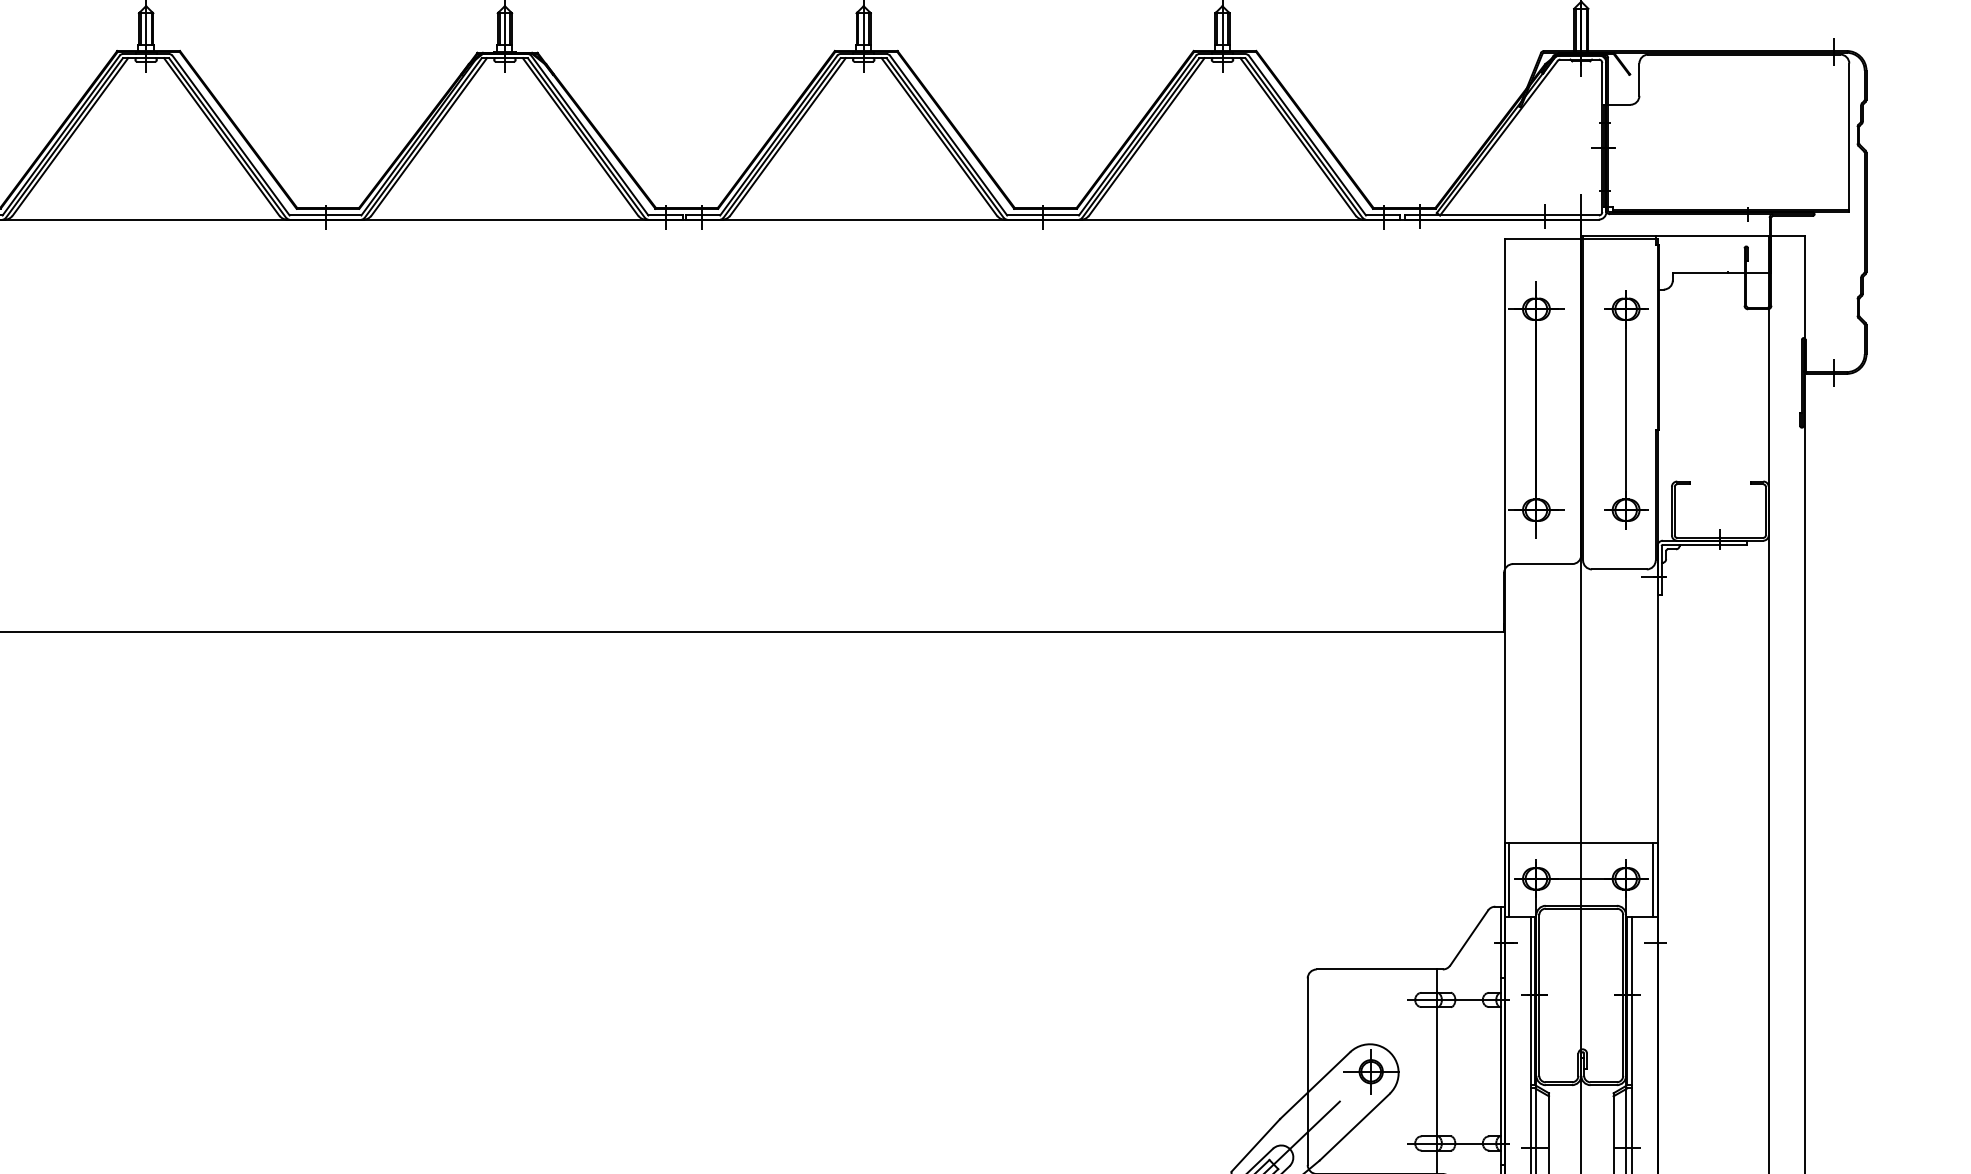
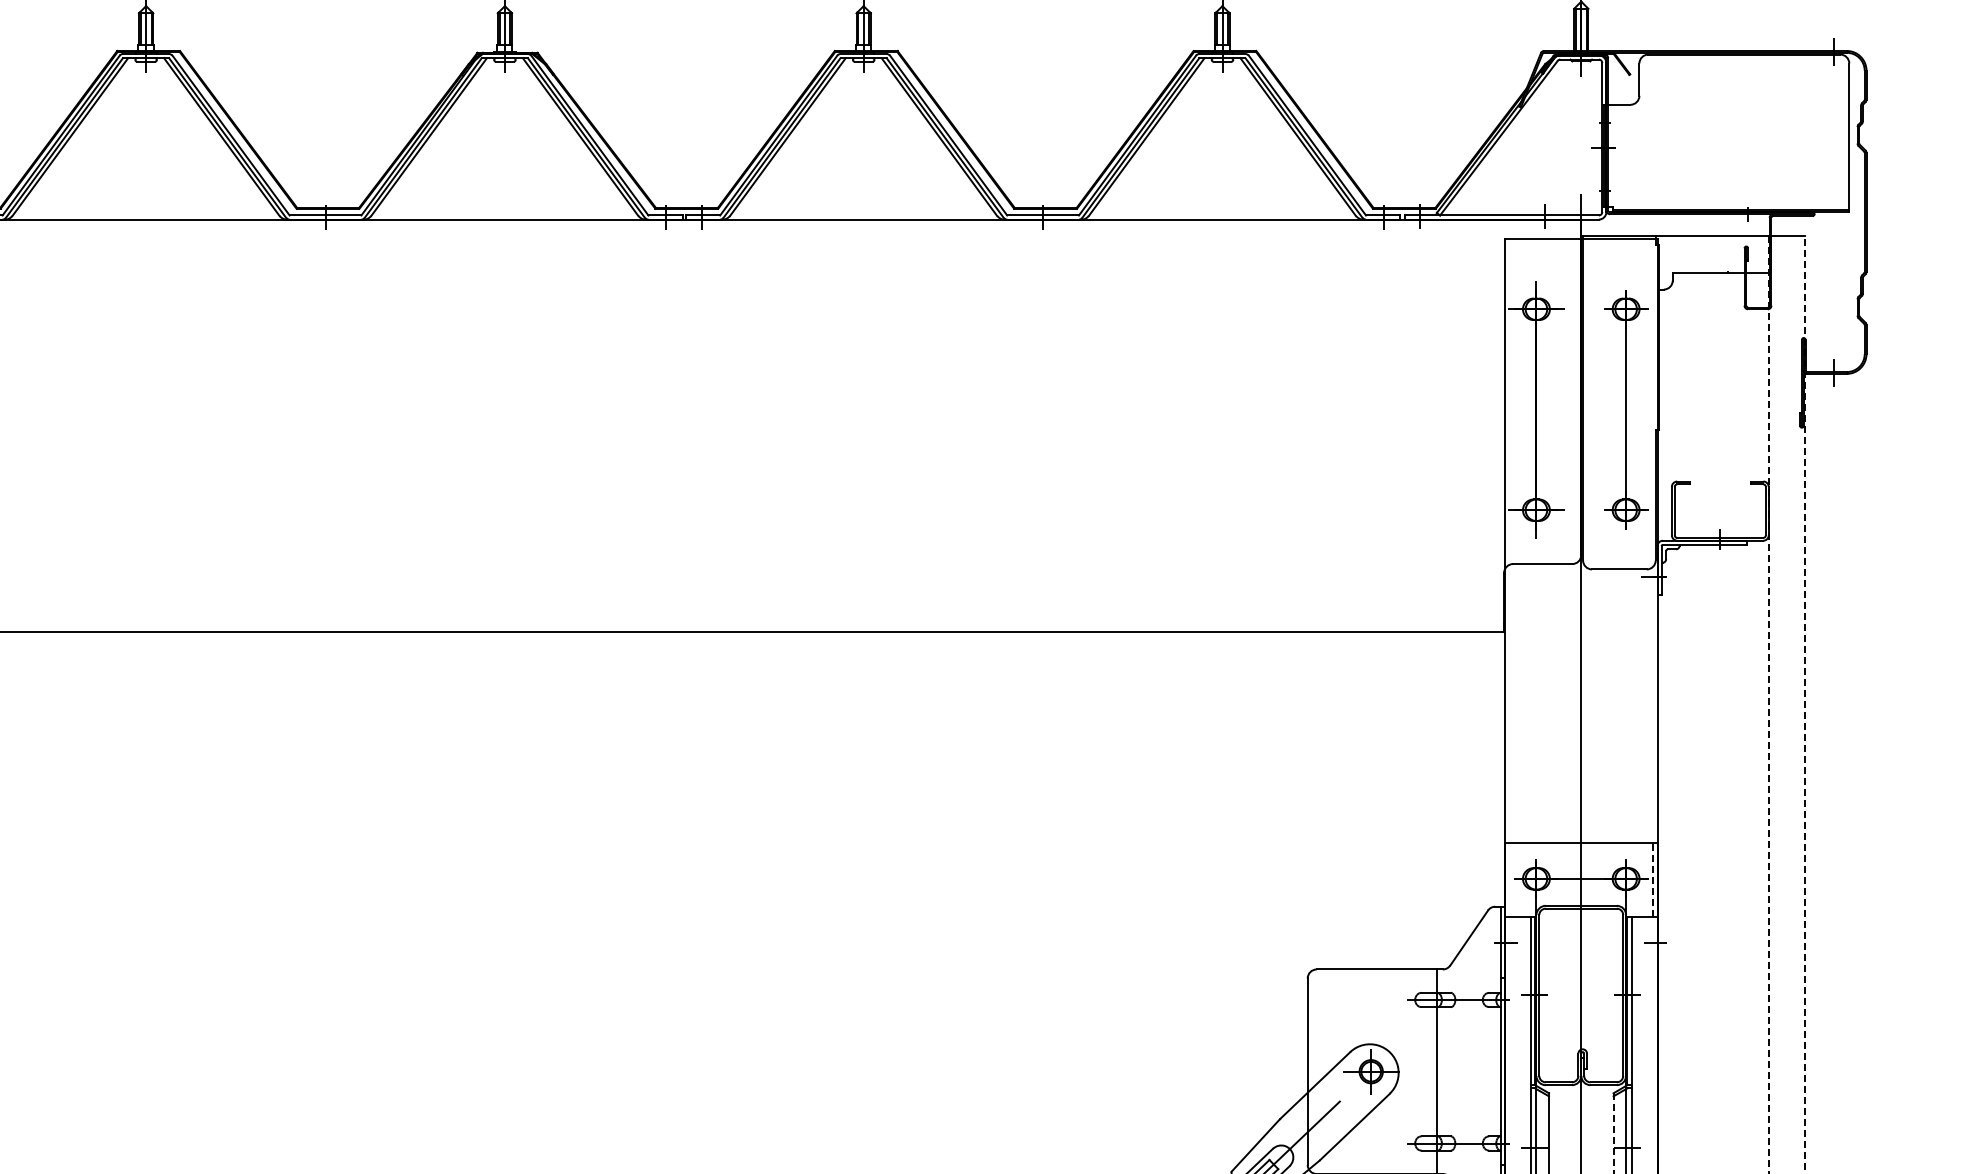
line at (1768, 704): solid -> dashed
line at (1804, 704): solid -> dashed
line at (1509, 879): present -> none
line at (1653, 879): solid -> dashed
line at (1613, 1134): solid -> dashed
